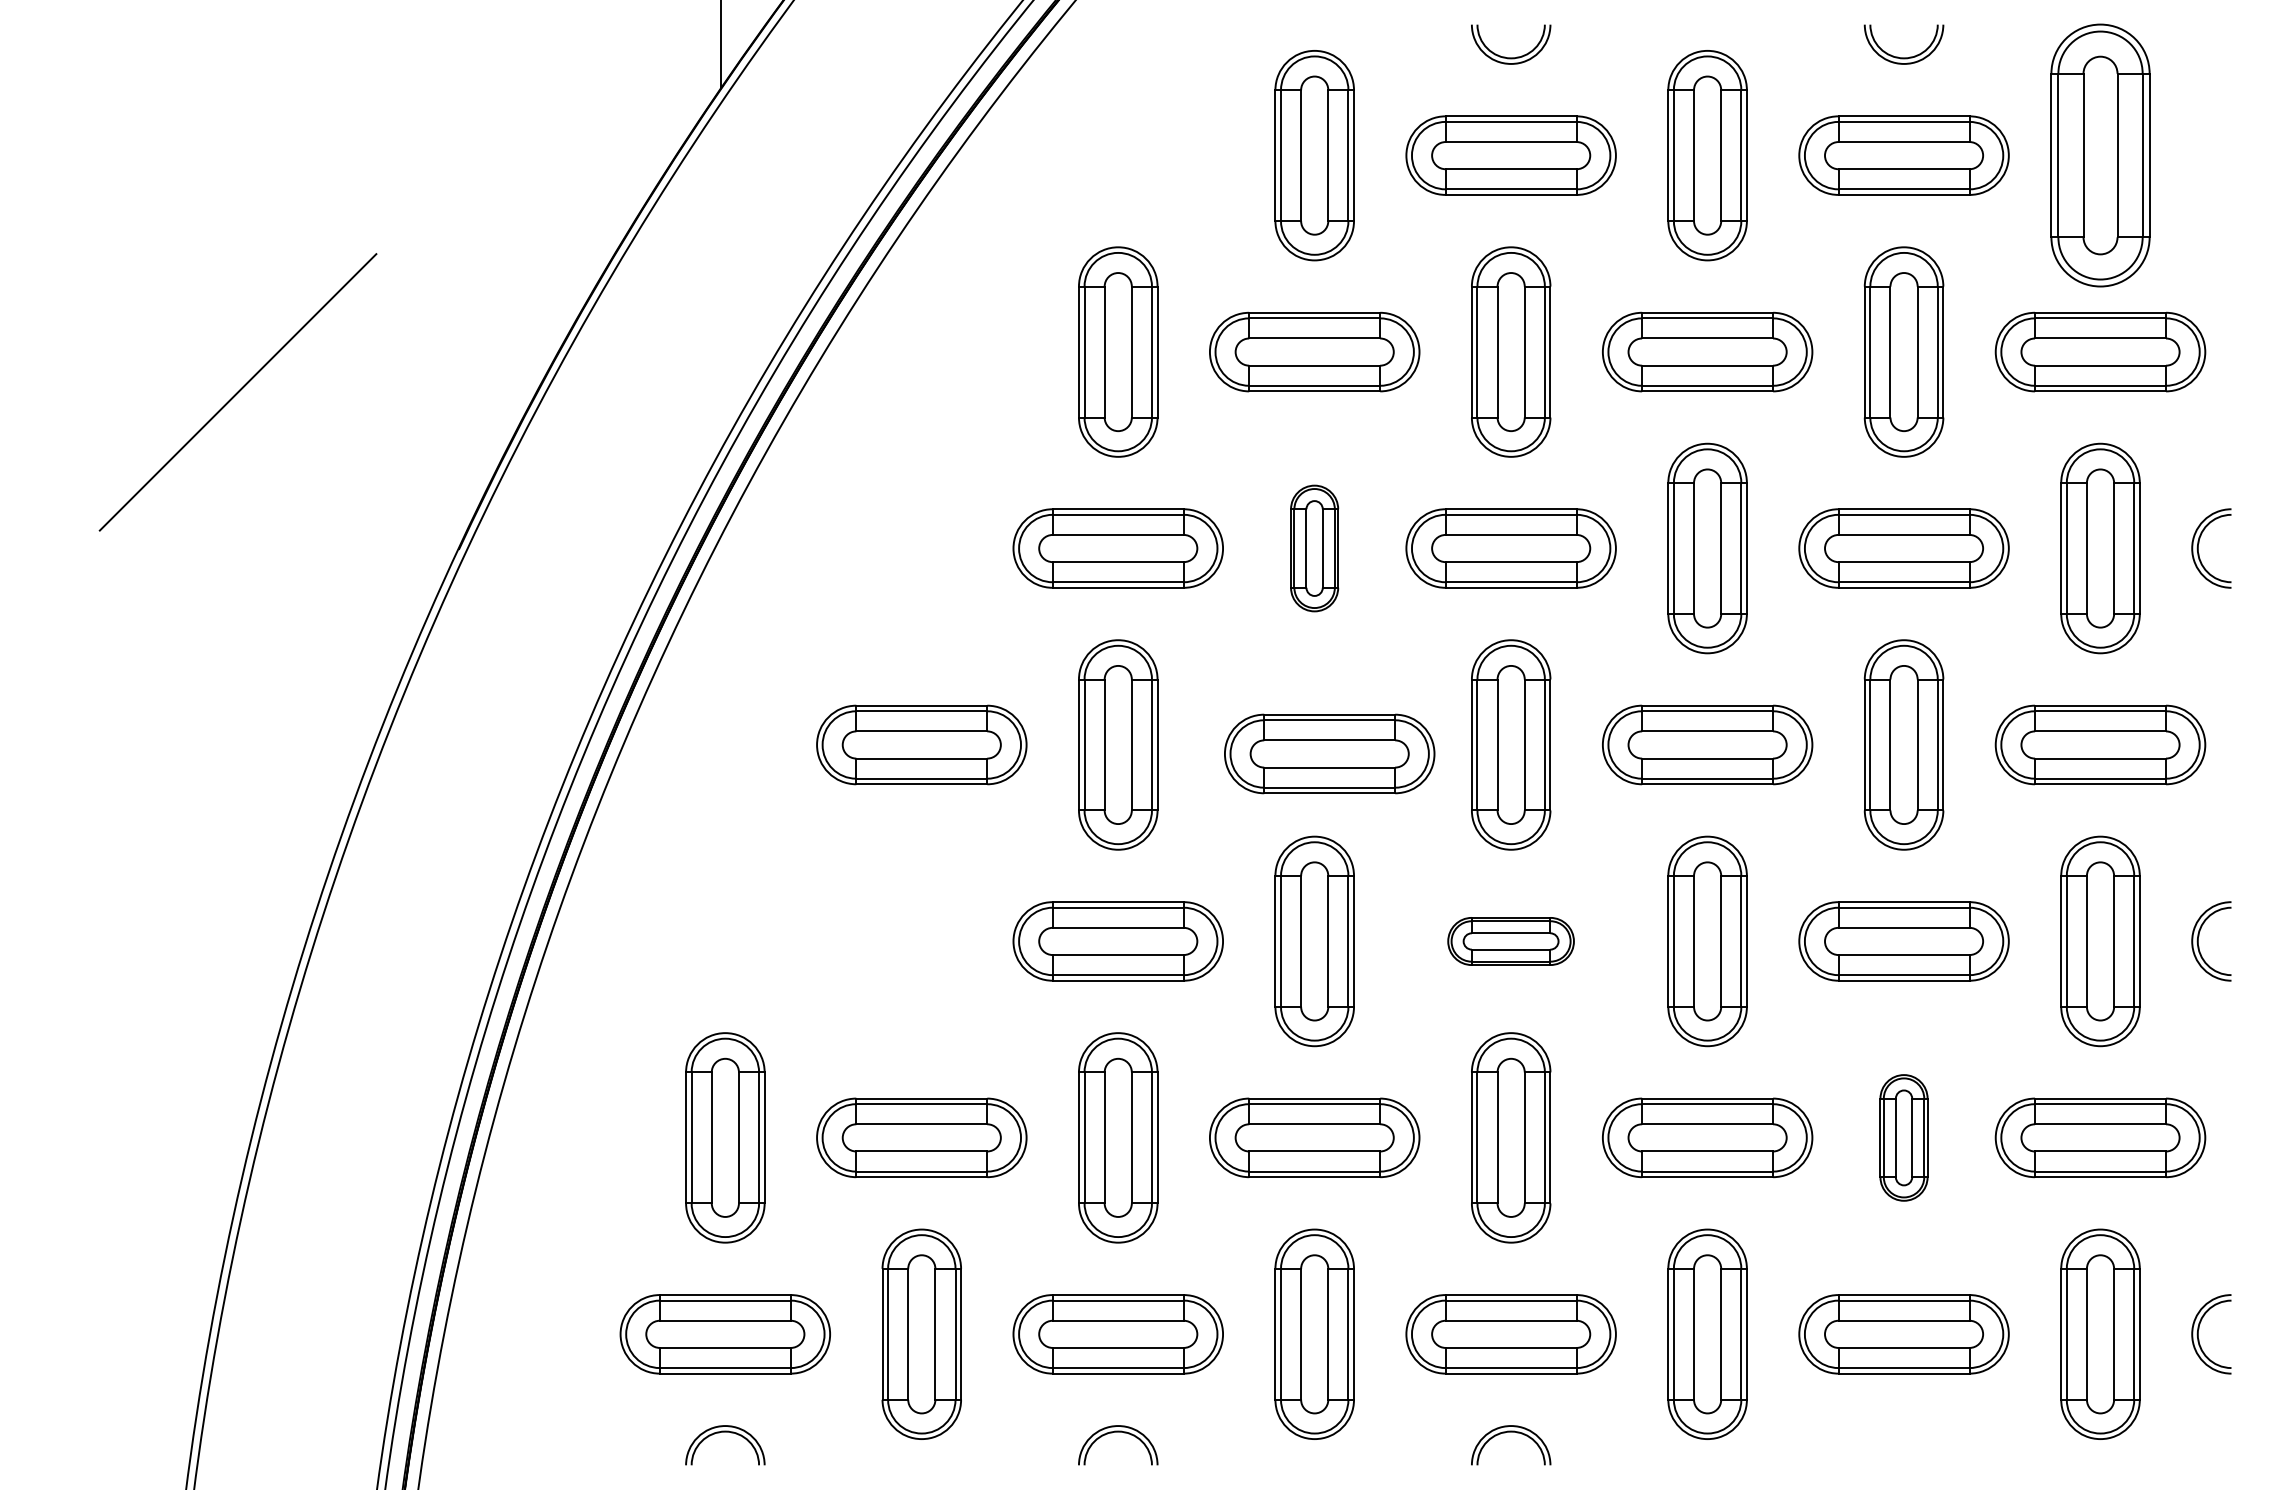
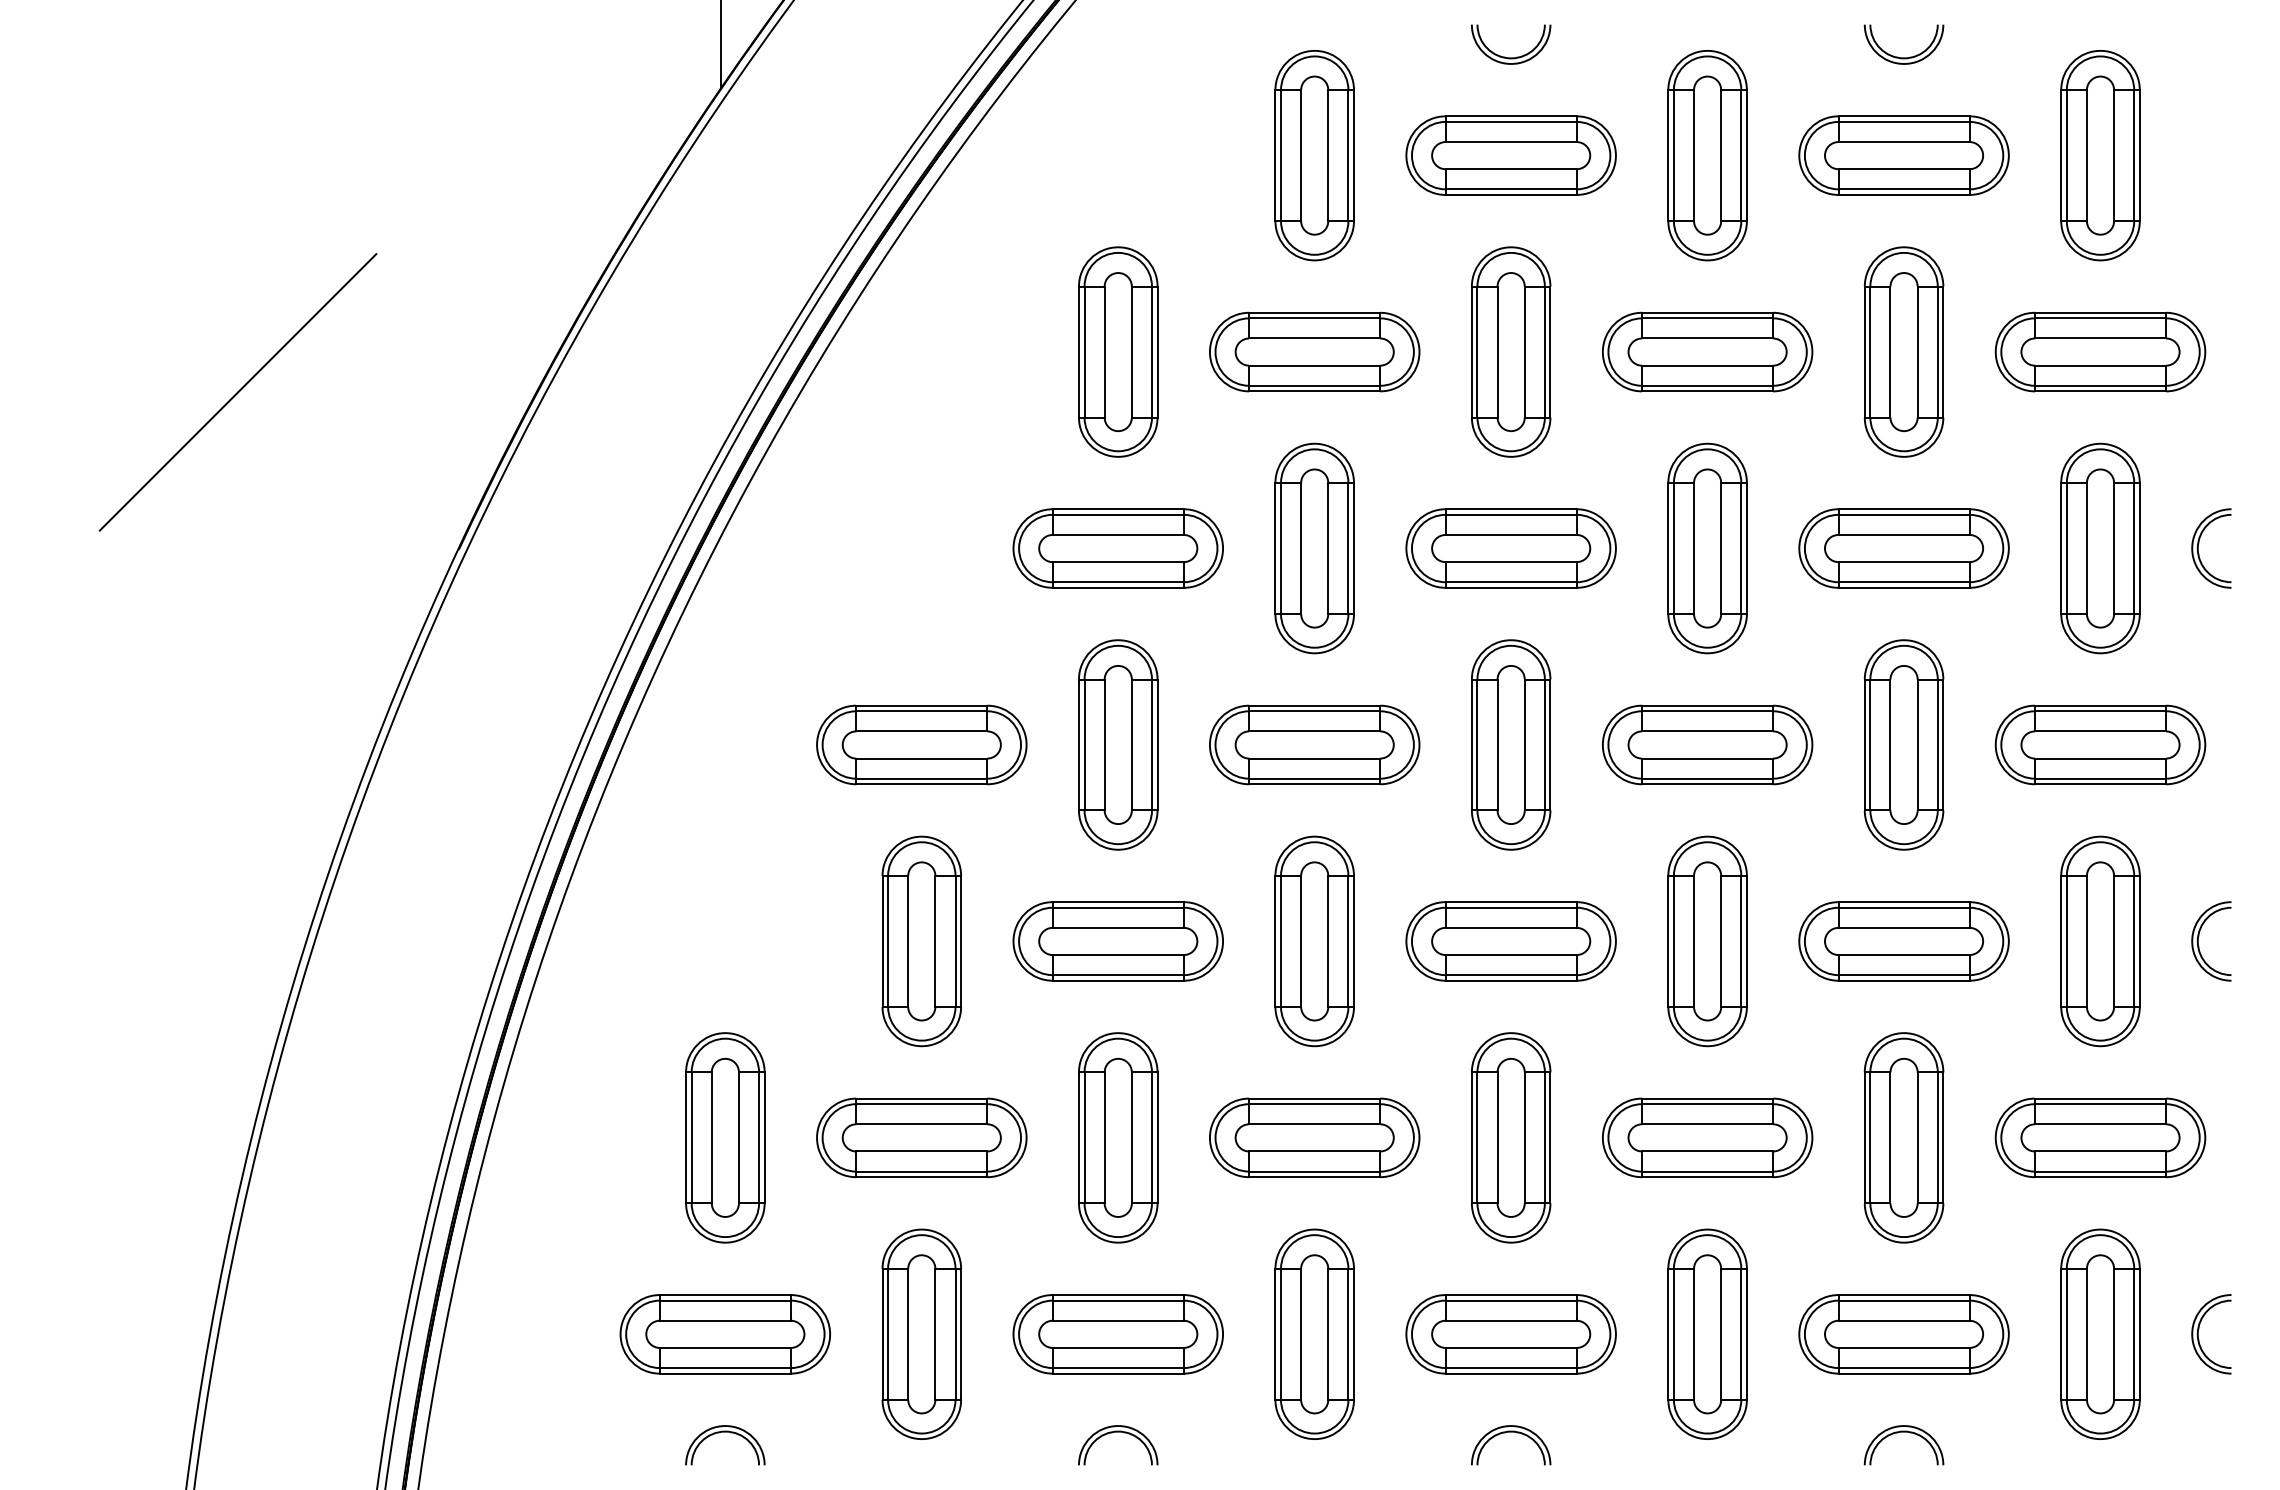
part at (2100, 155) size: 101x265 px -> 81x212 px
part at (1314, 548) size: 50x129 px -> 81x213 px
part at (1329, 753) position: (1329, 753) -> (1314, 744)
part at (921, 941): none -> present
part at (1510, 941) size: 128x49 px -> 212x81 px
part at (1903, 1137) size: 50x128 px -> 82x212 px
part at (1903, 1432): none -> present
